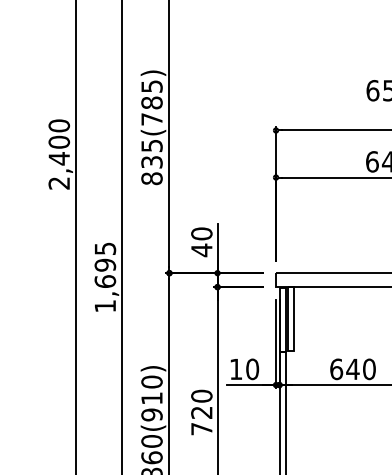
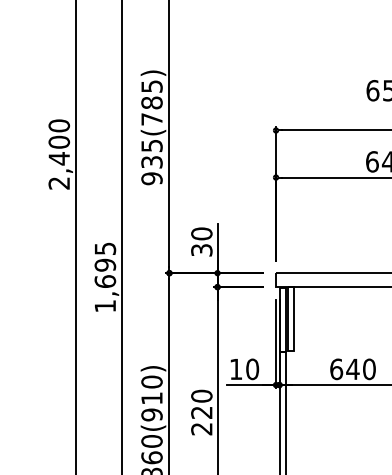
text at (151, 178): 835(785) -> 935(785)
text at (201, 250): 40 -> 30
text at (201, 429): 720 -> 220
